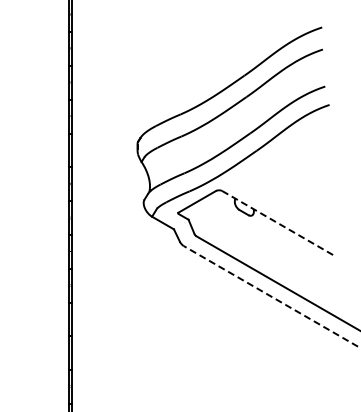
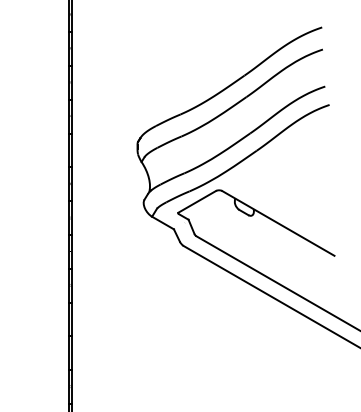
line at (278, 223): dashed -> solid
line at (271, 296): dashed -> solid
